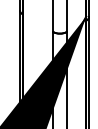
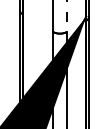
line at (66, 16): solid -> dashed
